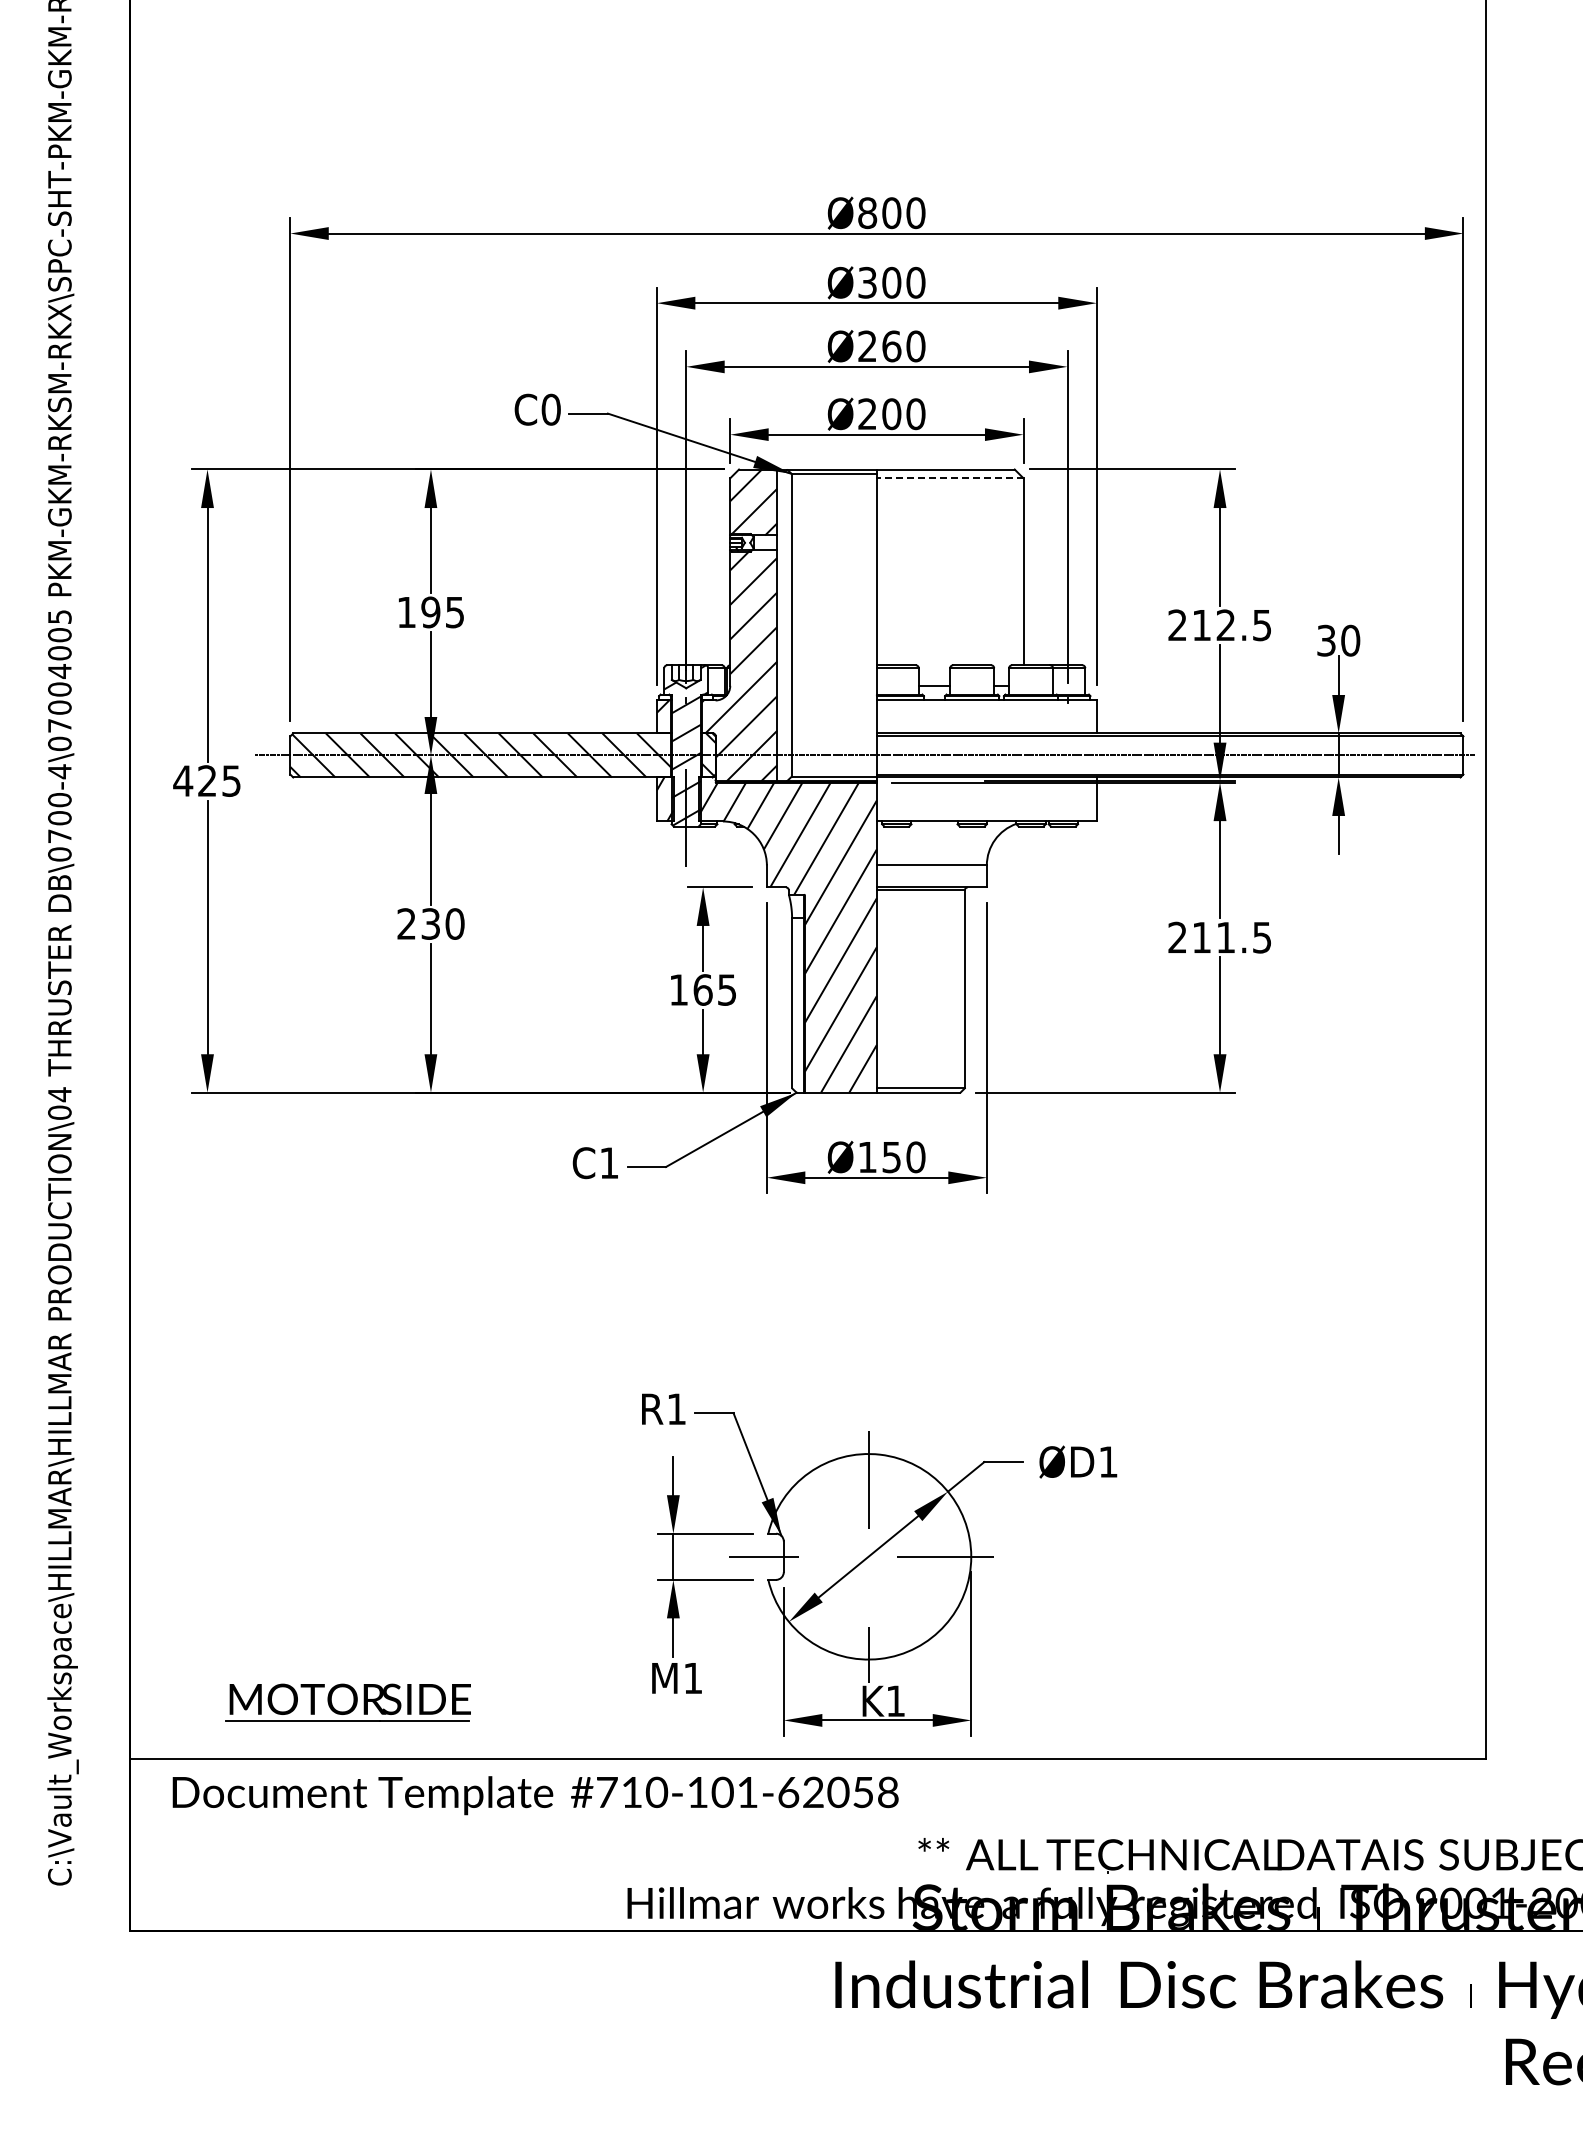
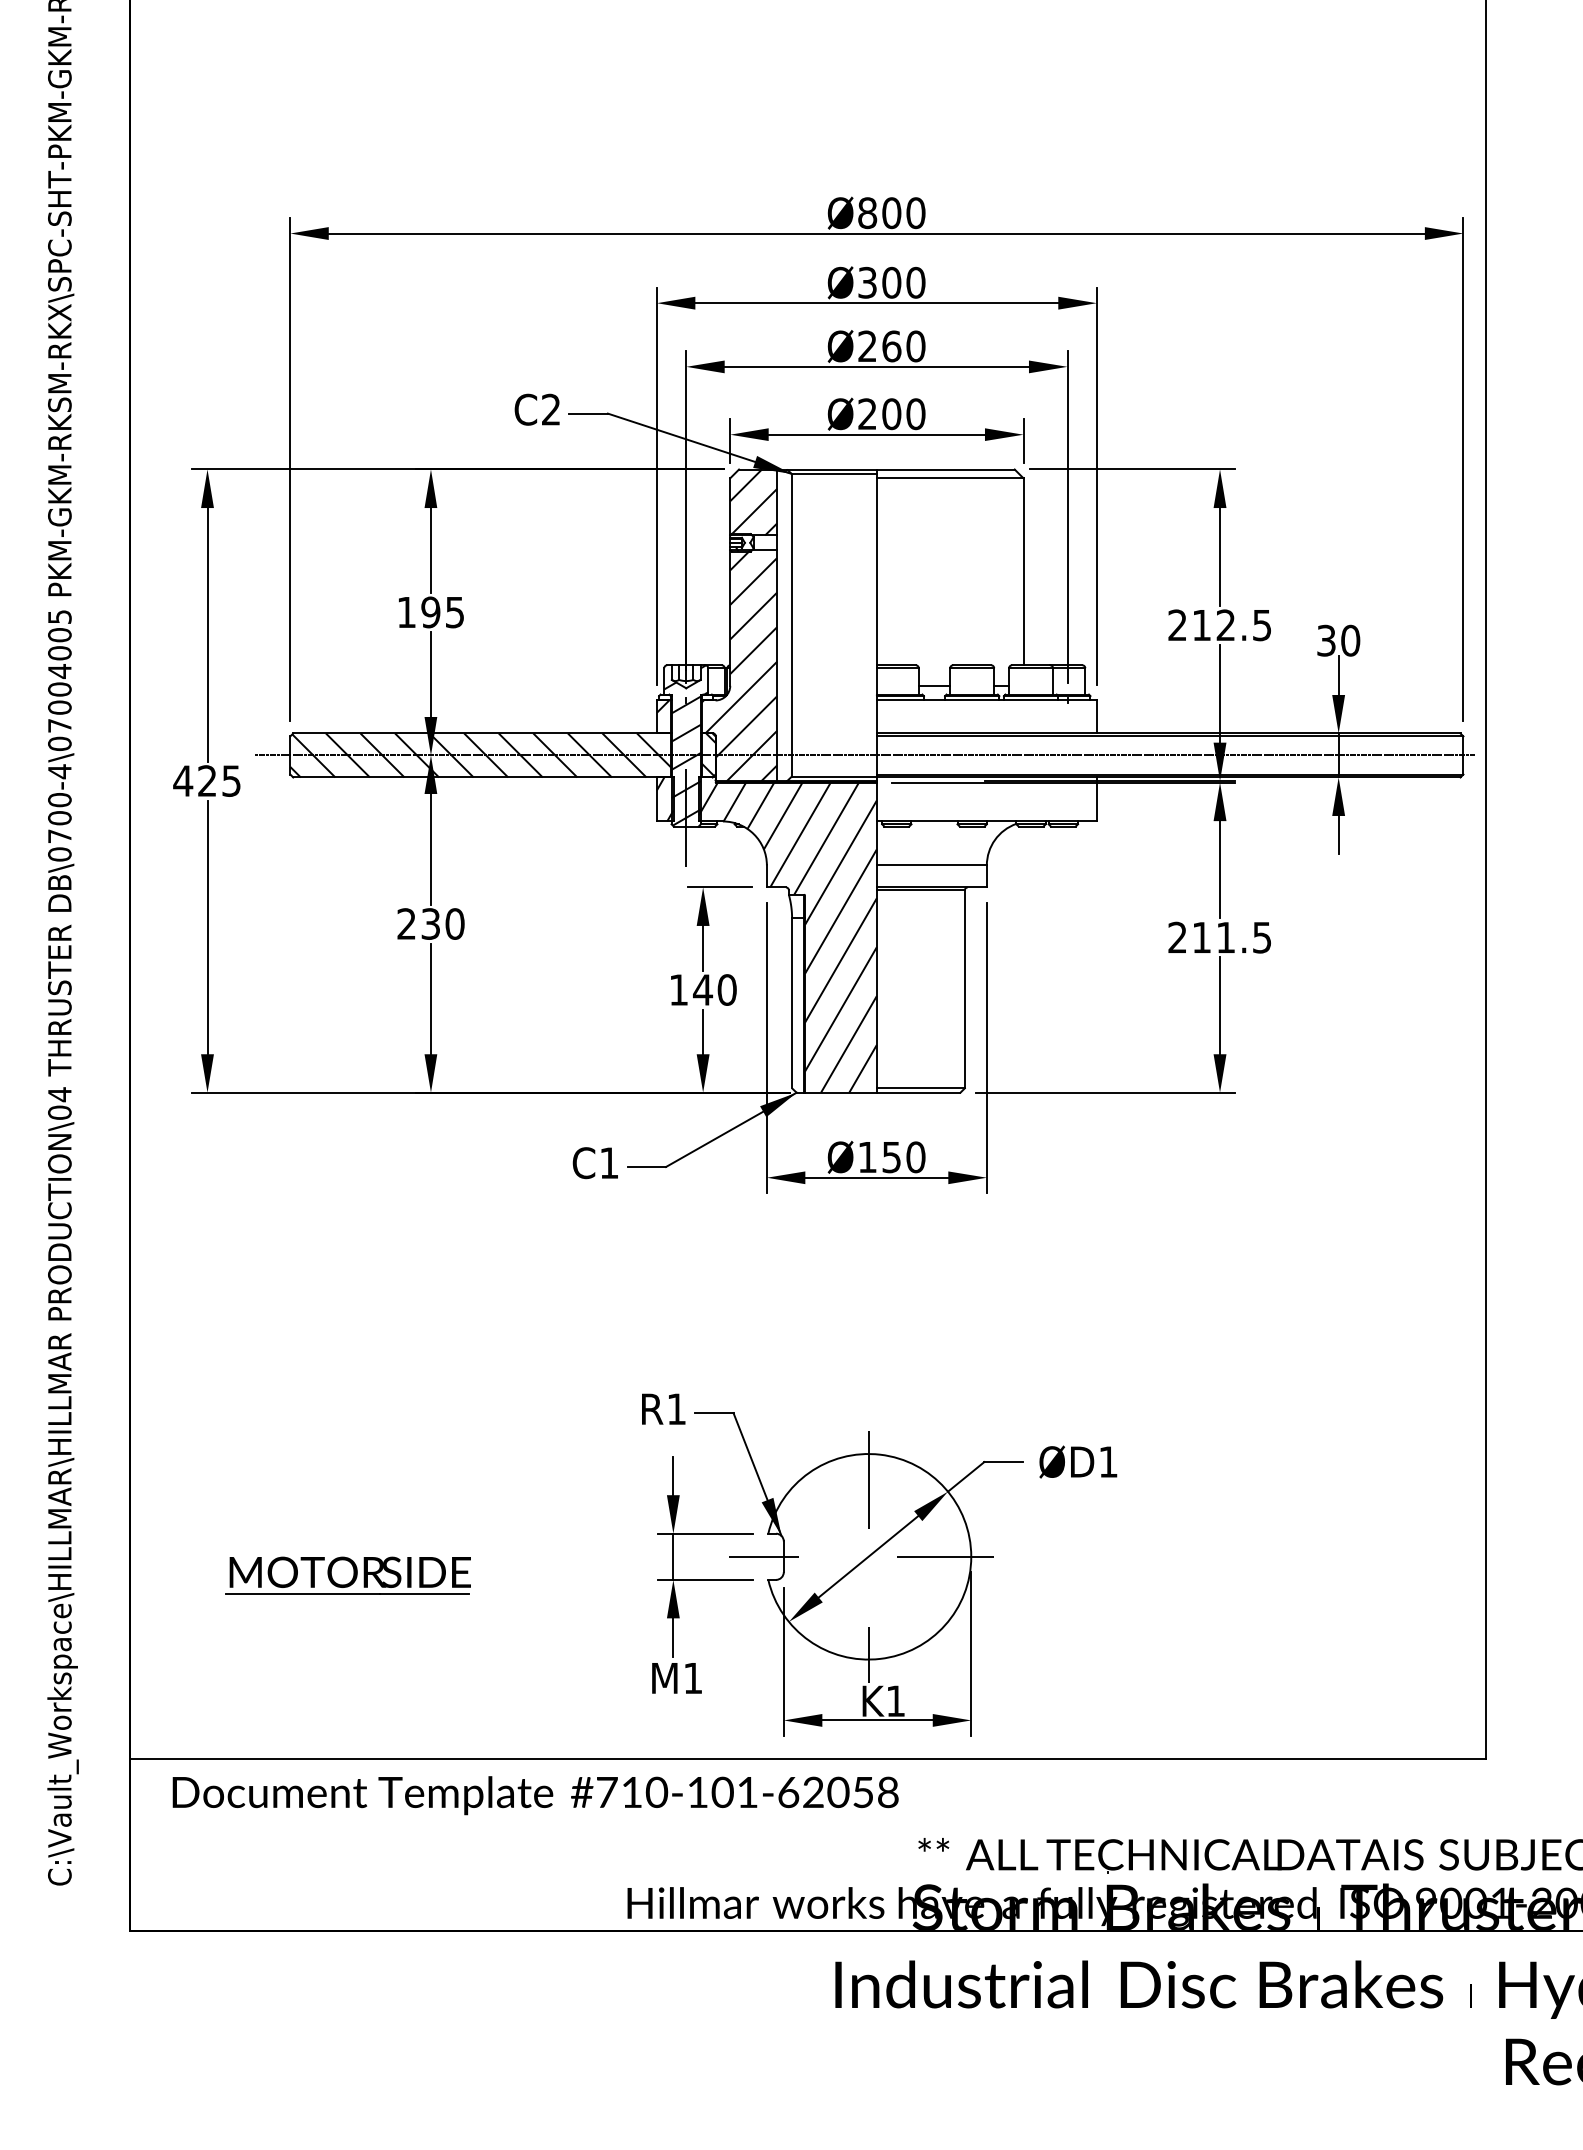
text at (550, 409): C0 -> C2
line at (949, 478): dashed -> solid
text at (714, 989): 165 -> 140
part at (347, 1702) position: (347, 1702) -> (347, 1575)
